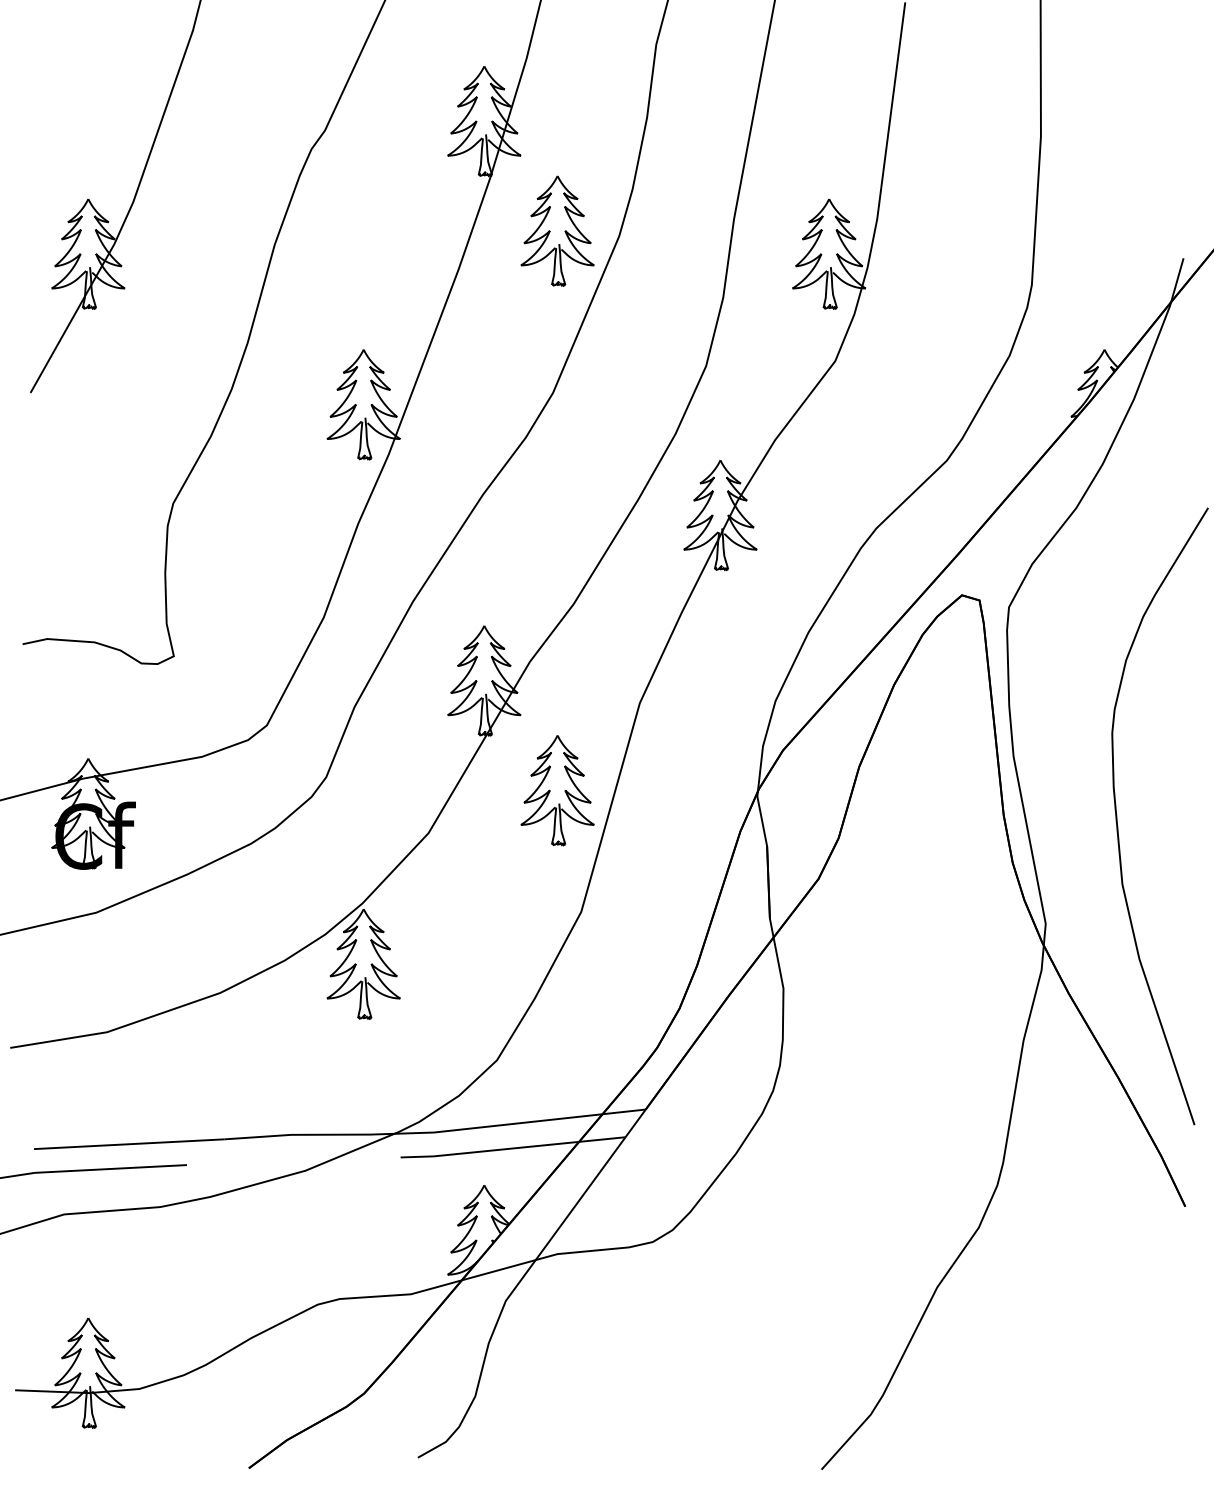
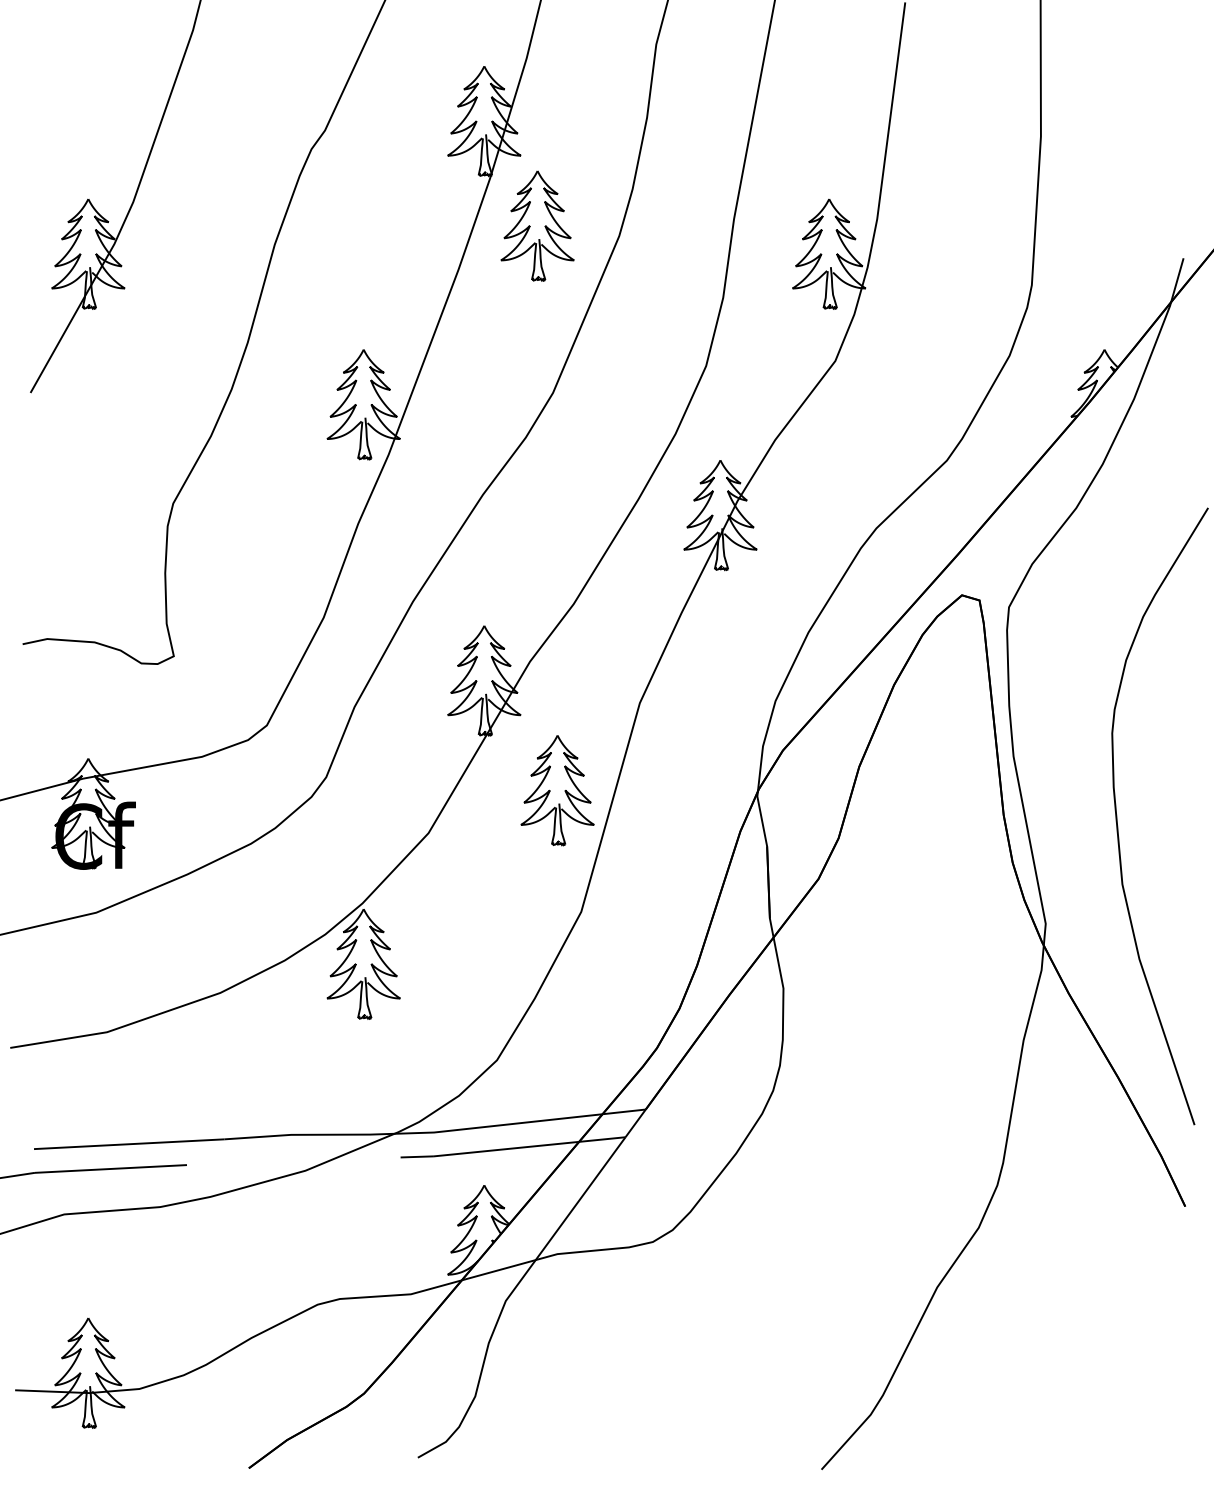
part at (557, 230) position: (557, 230) -> (537, 225)
